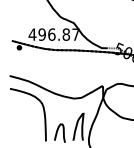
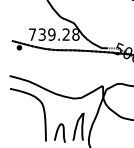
text at (53, 34): 496.87 -> 739.28
